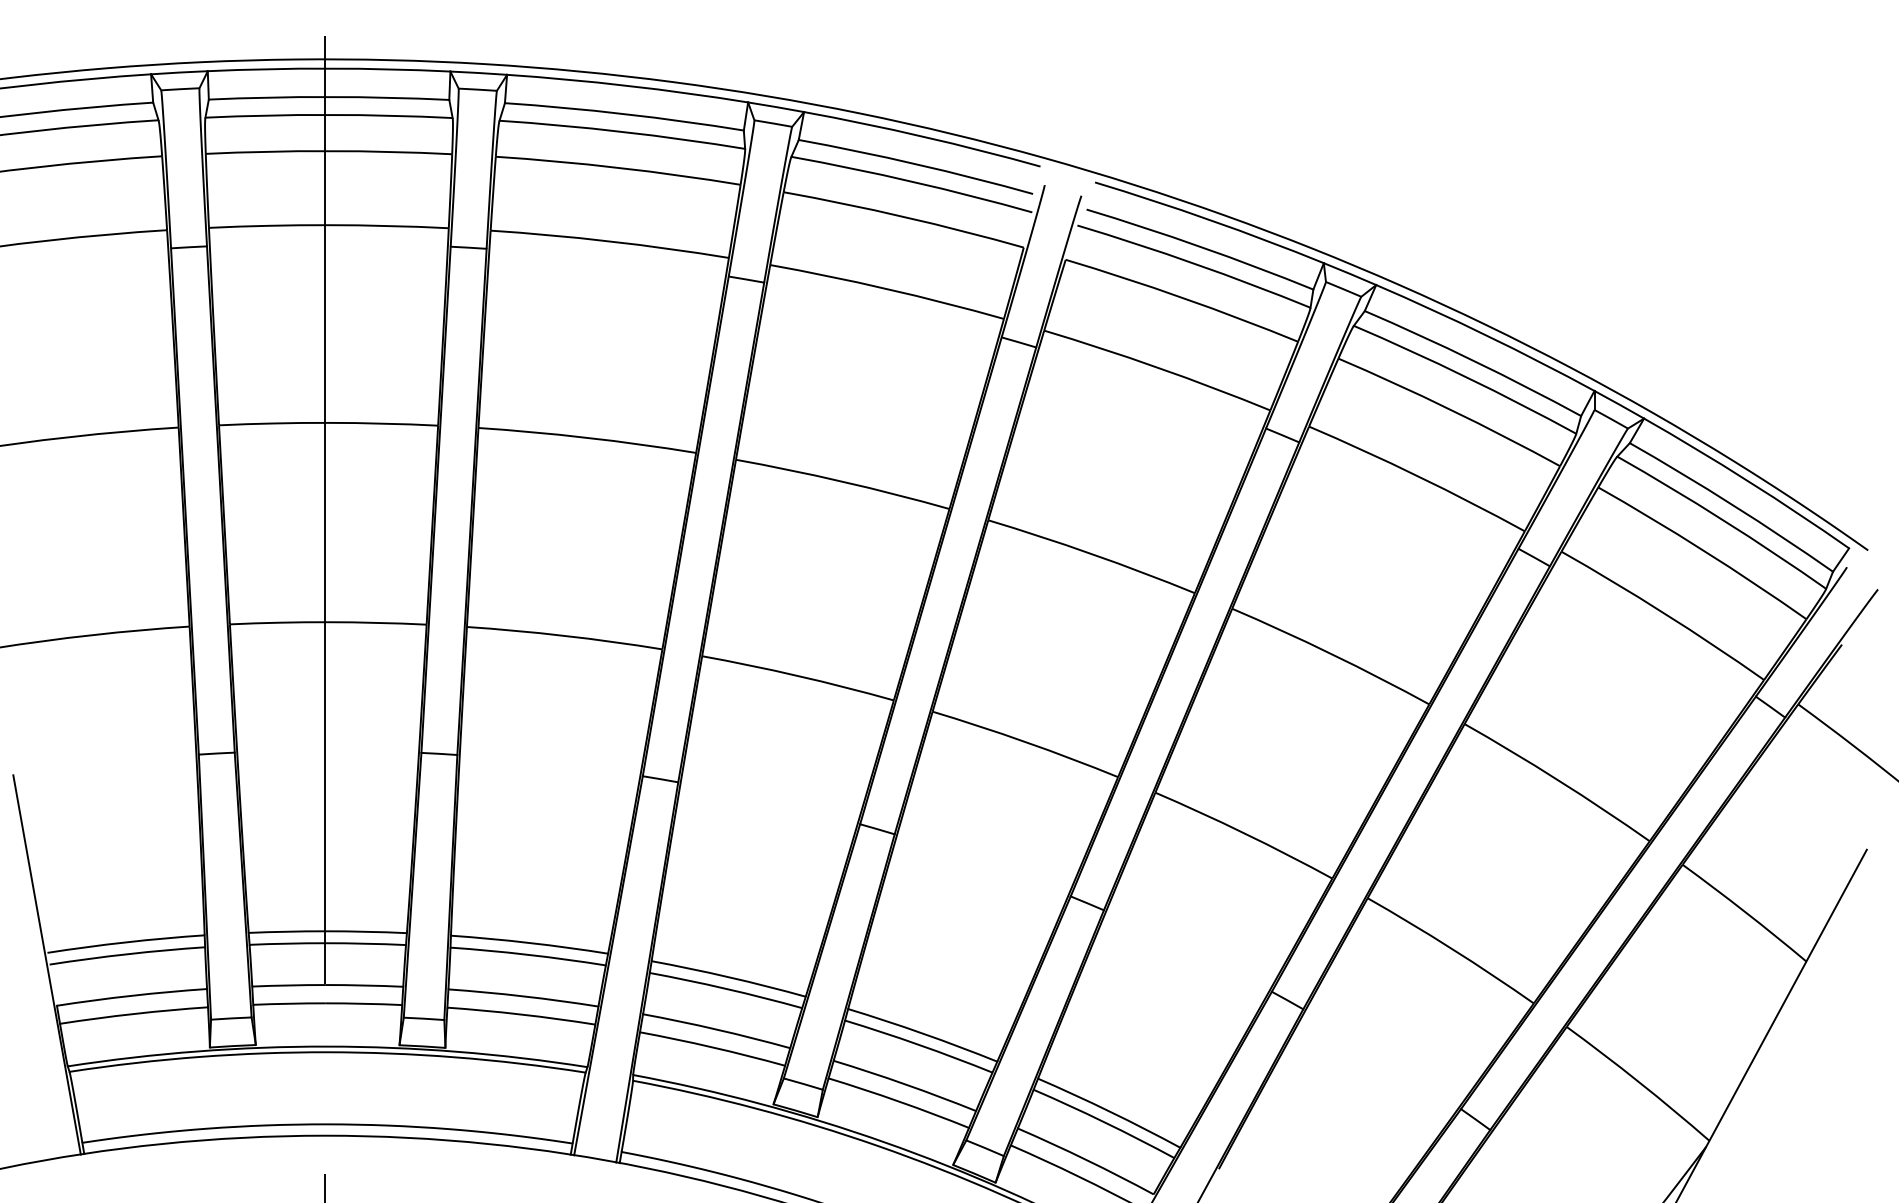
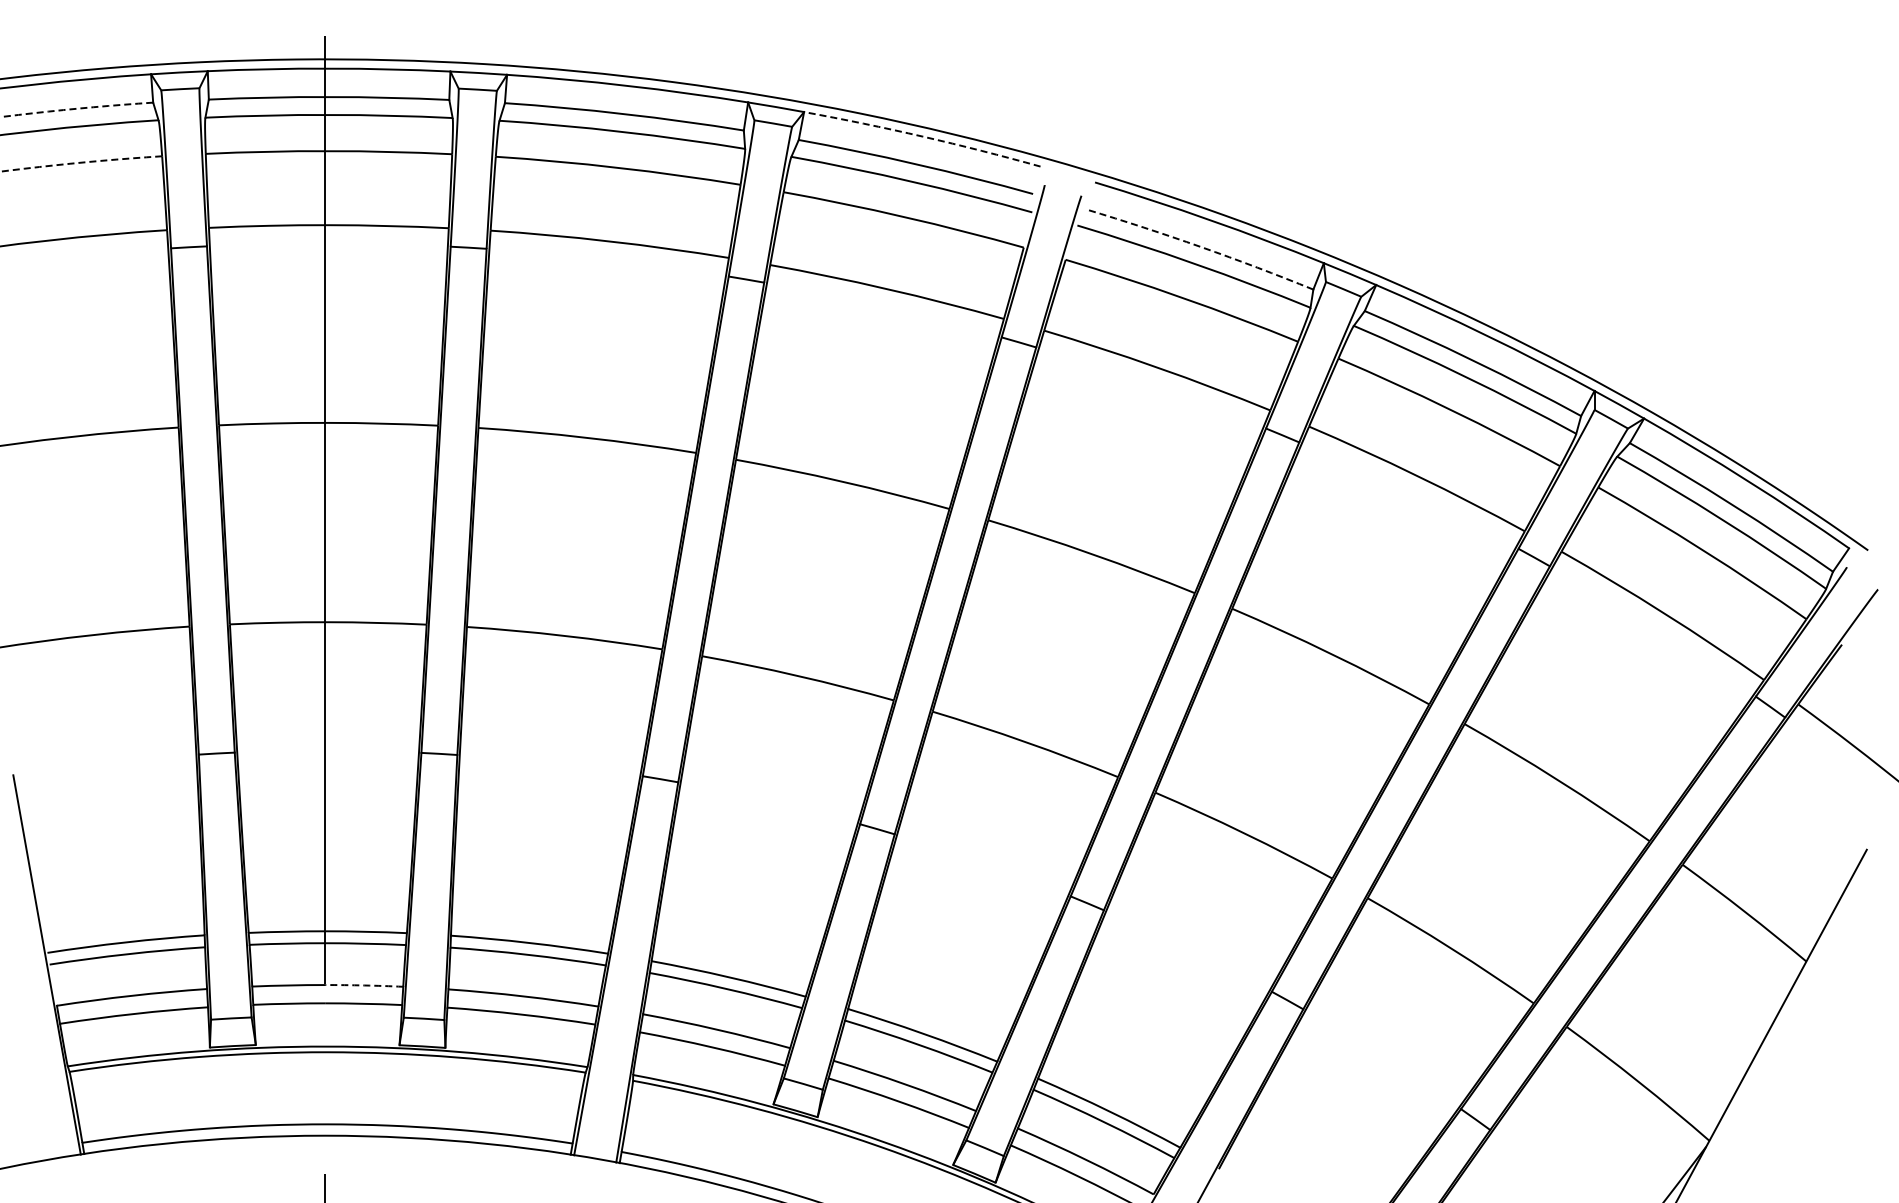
arc at (75, 108): solid -> dashed
arc at (922, 136): solid -> dashed
arc at (80, 162): solid -> dashed
arc at (1200, 246): solid -> dashed
arc at (364, 985): solid -> dashed
